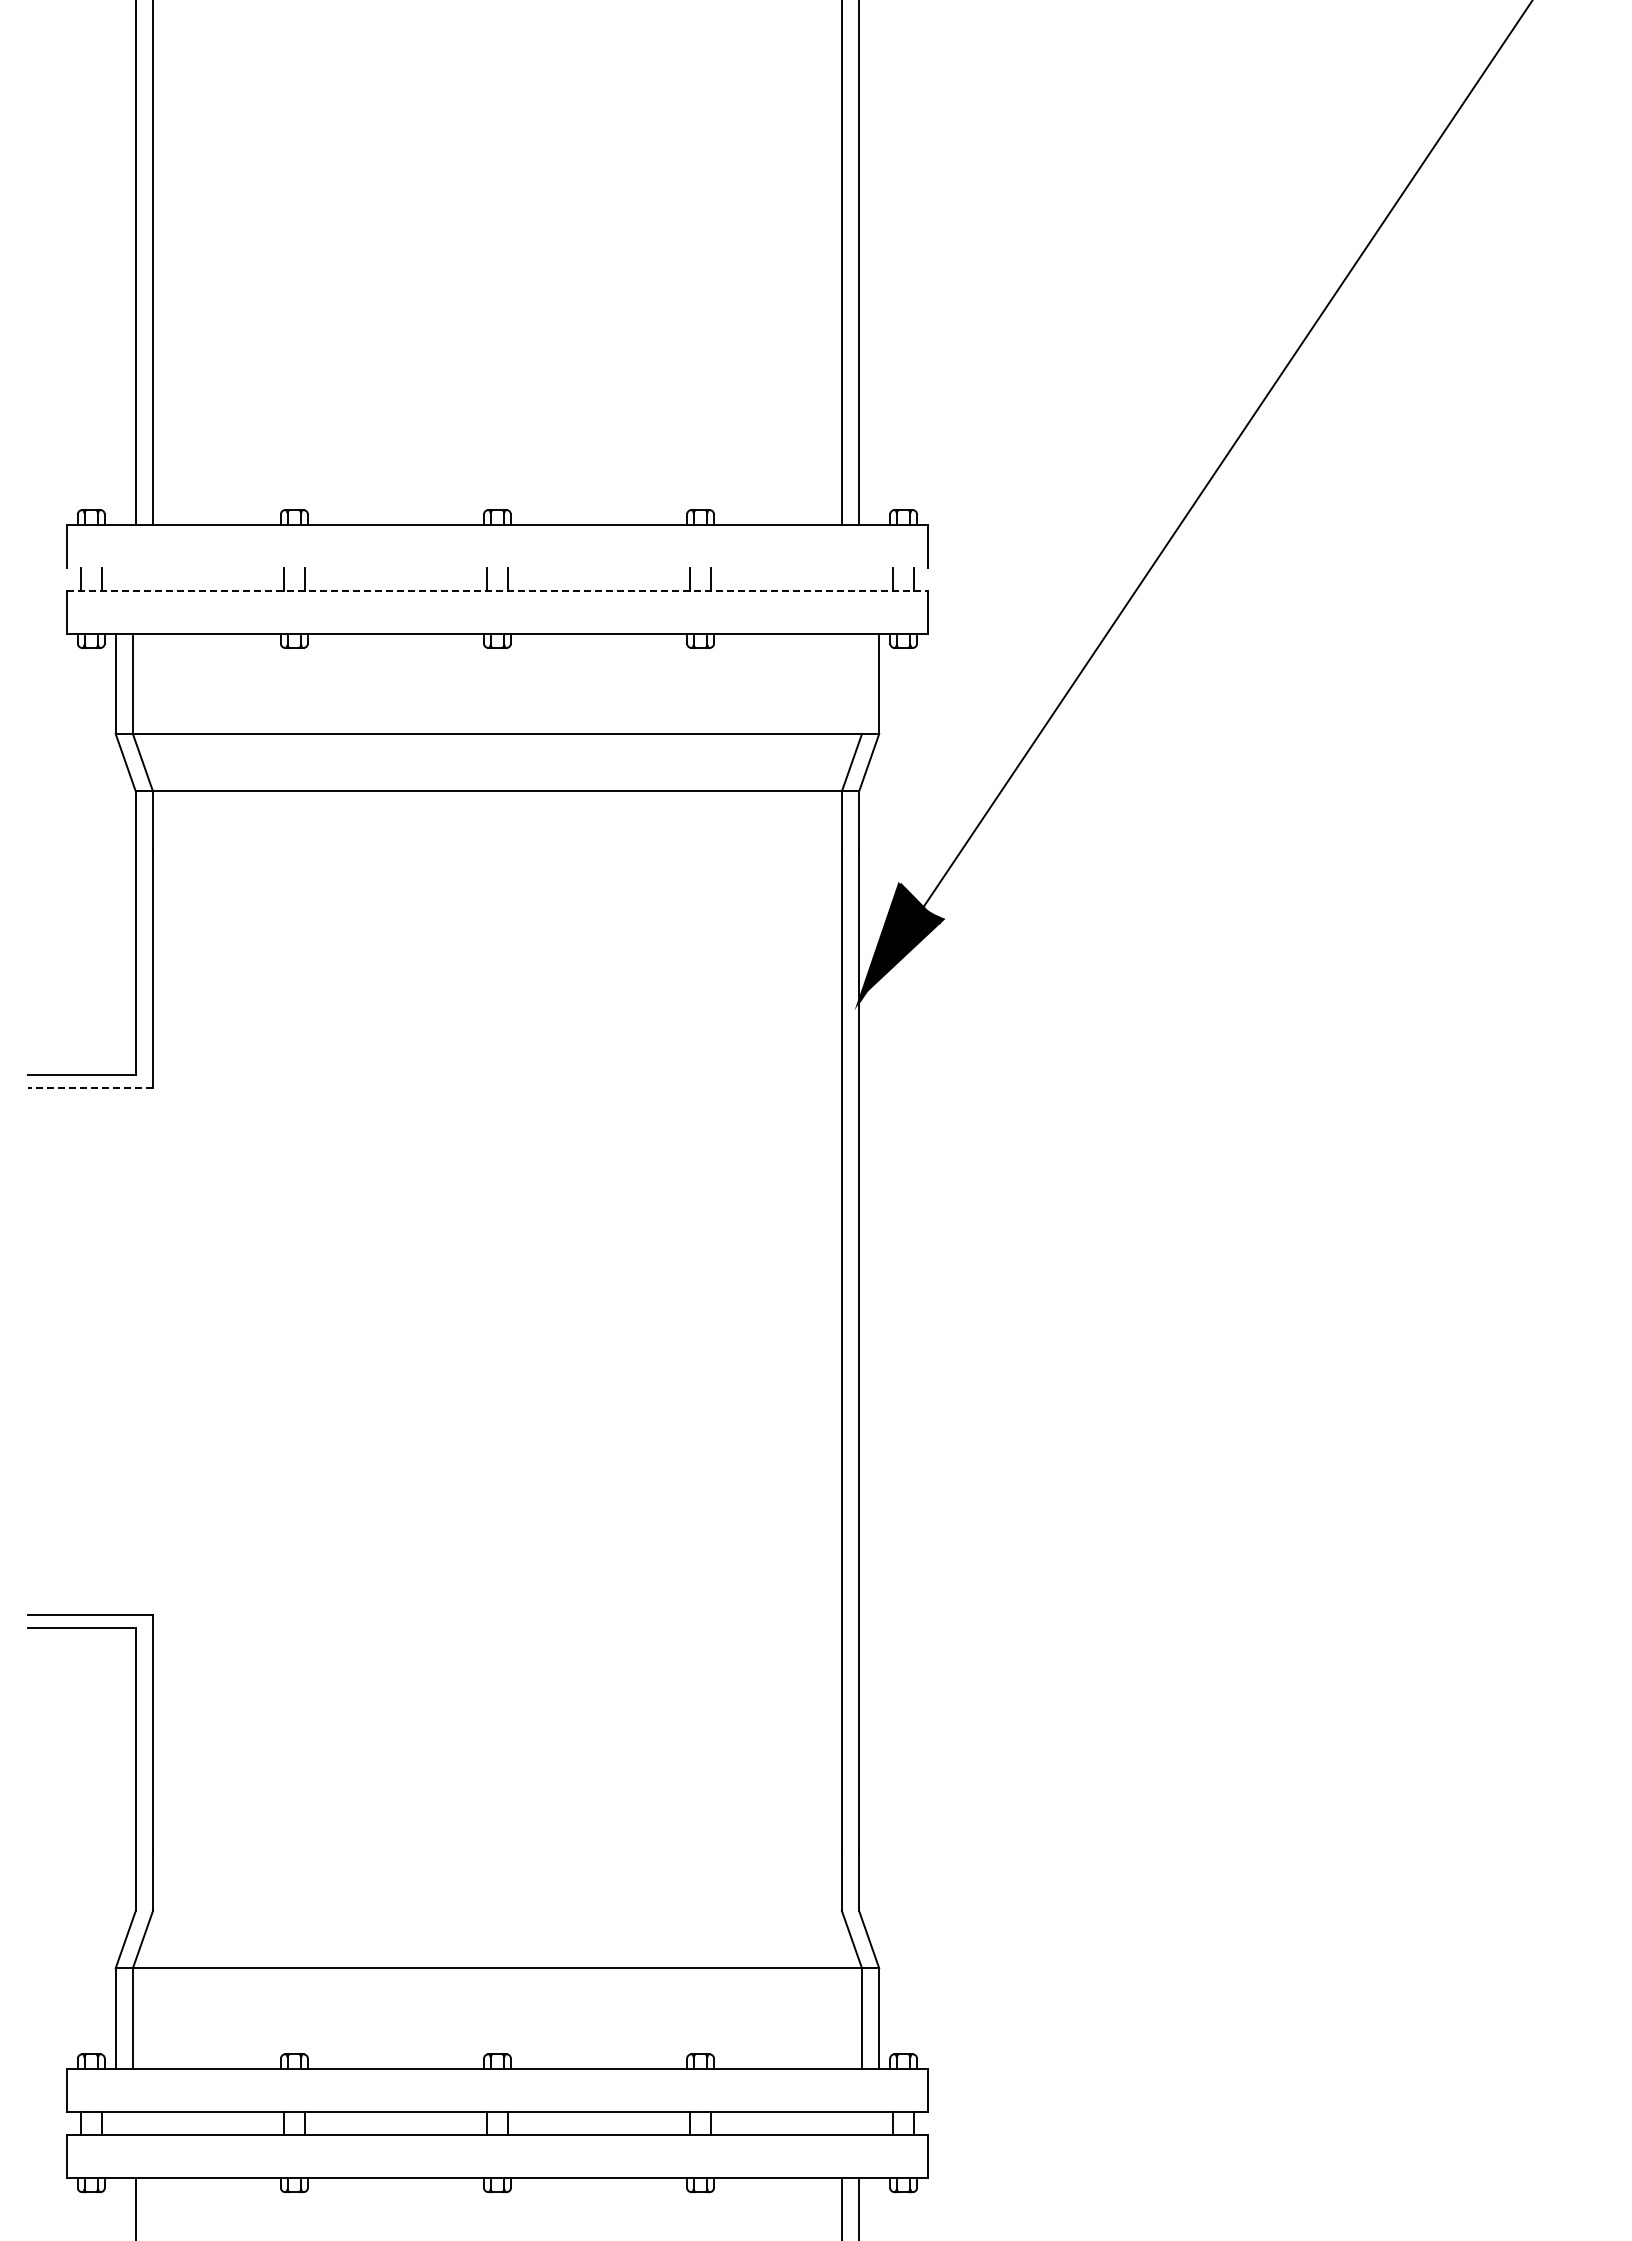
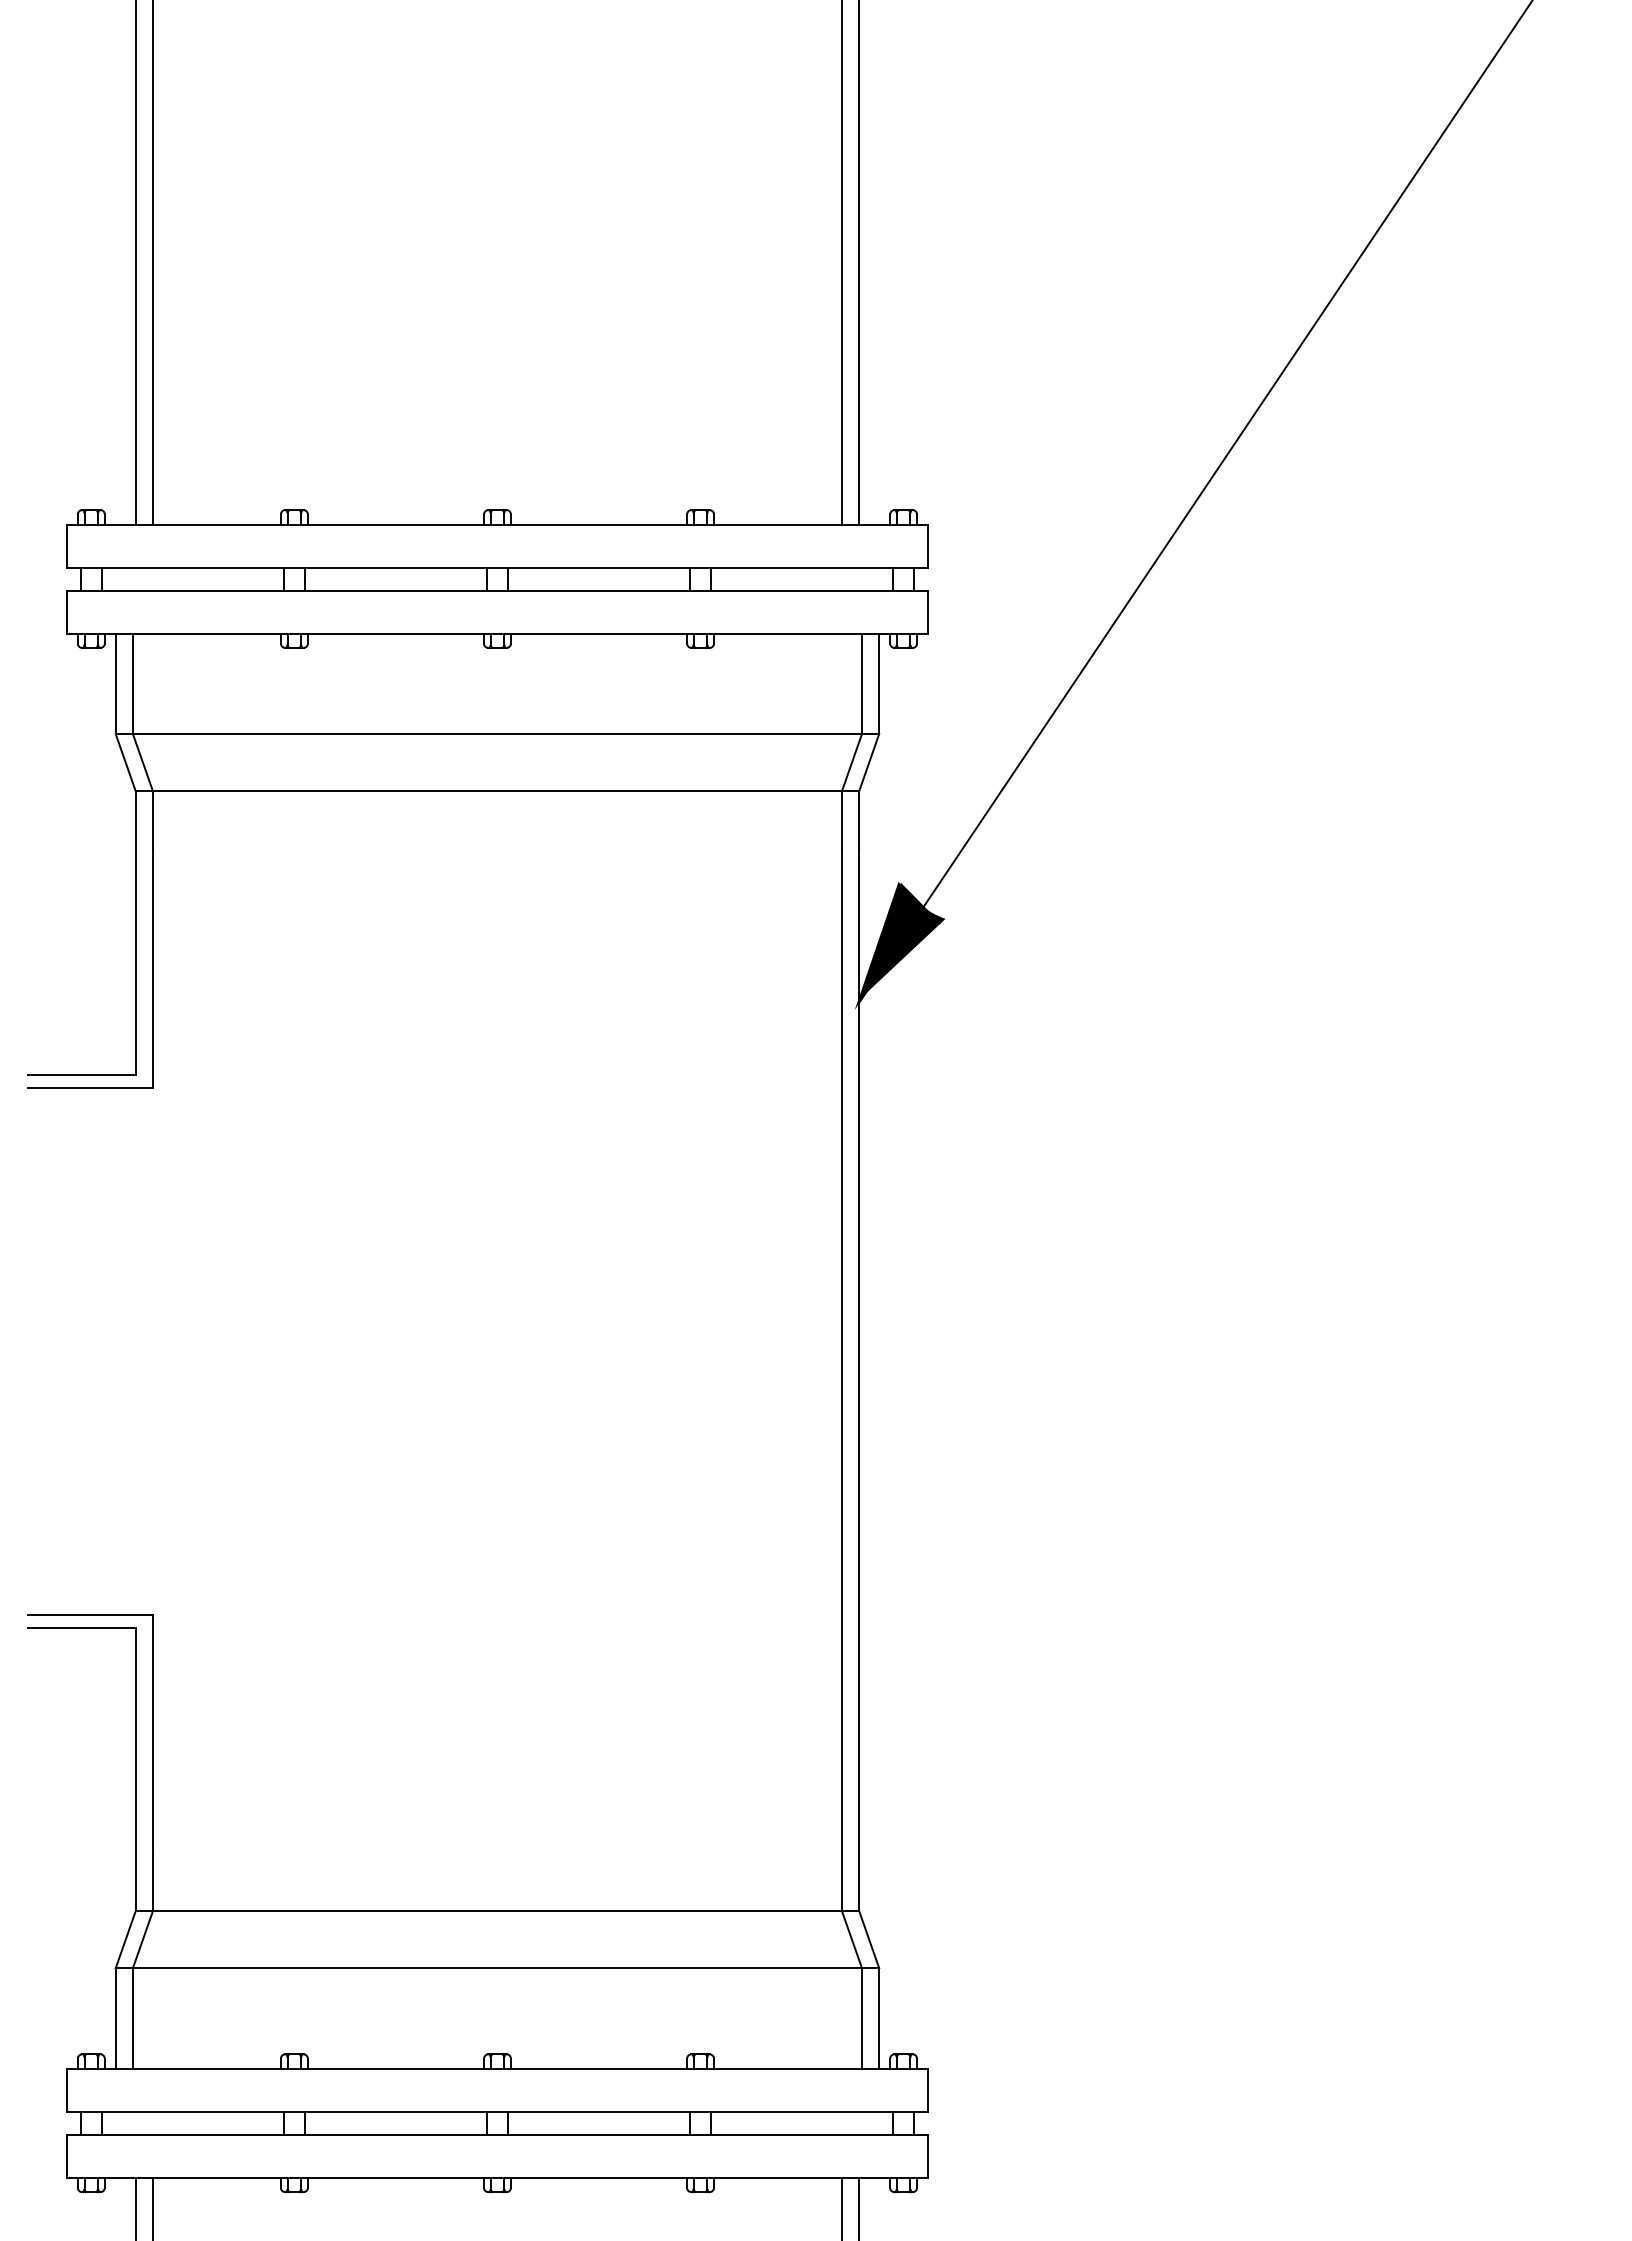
line at (497, 567): none -> present
line at (497, 590): dashed -> solid
line at (862, 683): none -> present
line at (90, 1087): dashed -> solid
line at (497, 1910): none -> present
line at (153, 2207): none -> present
